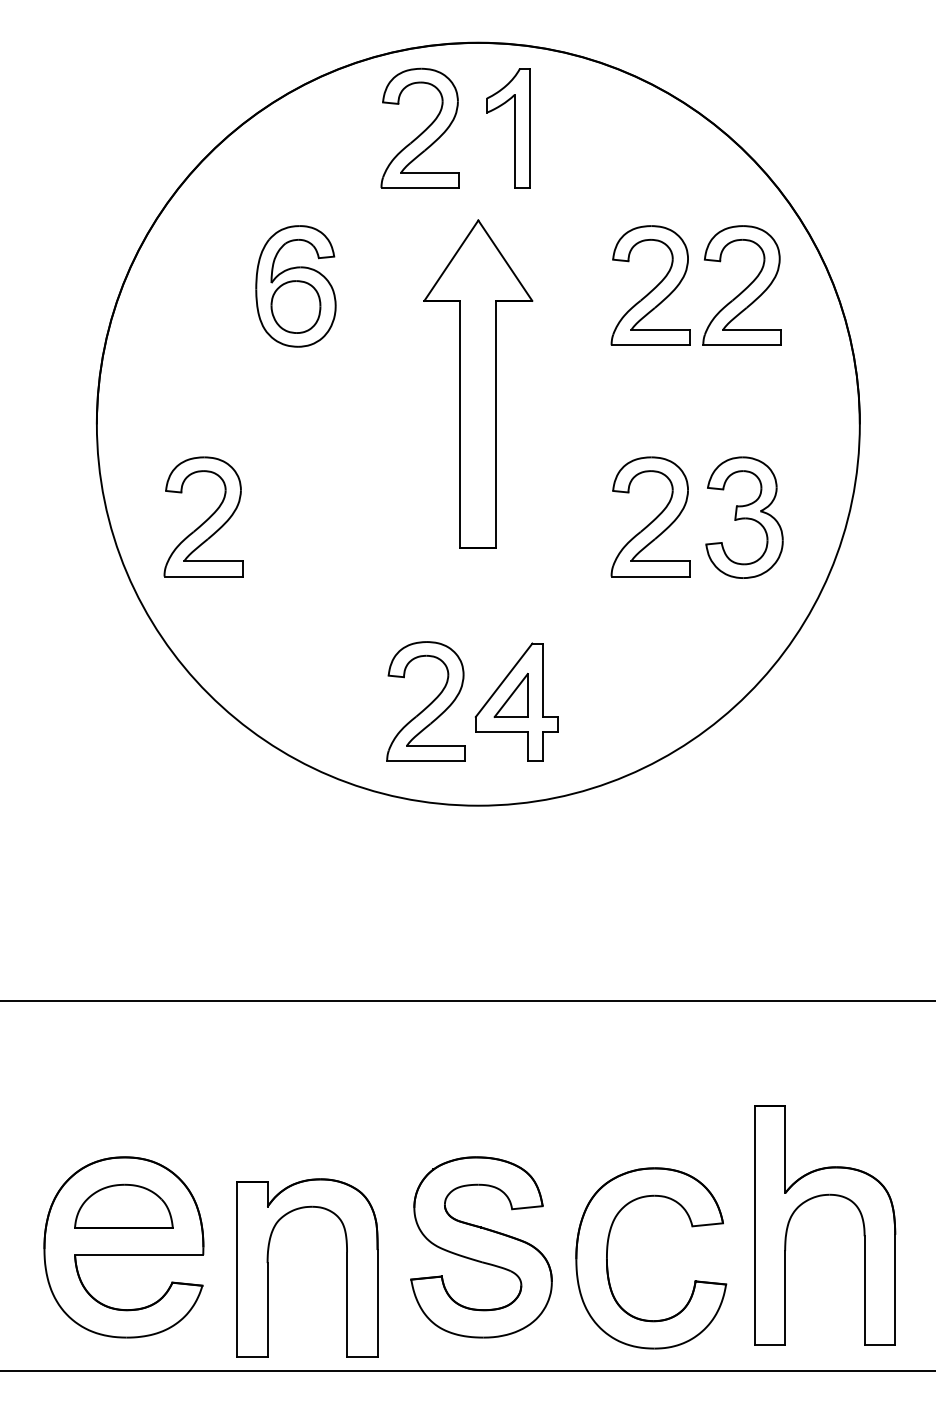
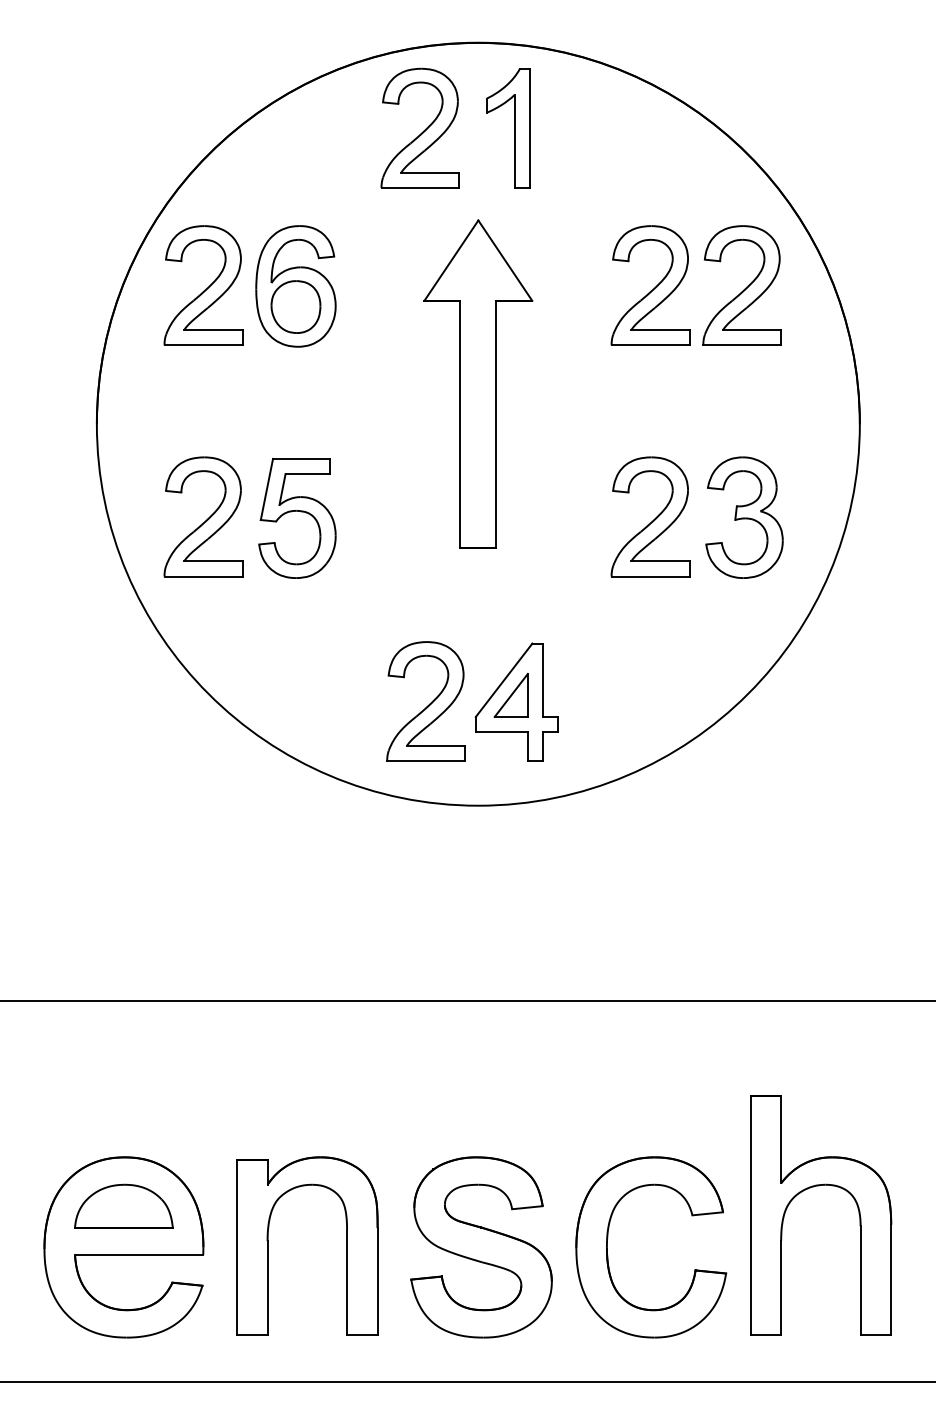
part at (203, 285): none -> present
part at (297, 517): none -> present
part at (823, 1196) position: (823, 1196) -> (819, 1186)
part at (608, 1266) position: (608, 1266) -> (608, 1255)
part at (268, 1267) position: (268, 1267) -> (268, 1245)
line at (467, 1371) position: (467, 1371) -> (467, 1382)
